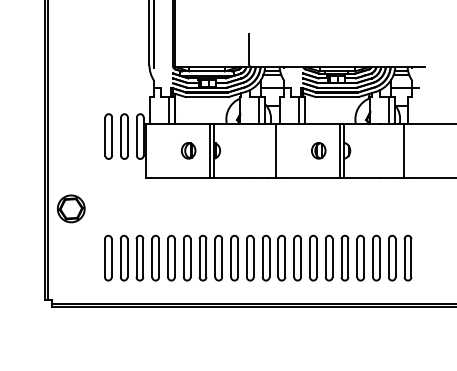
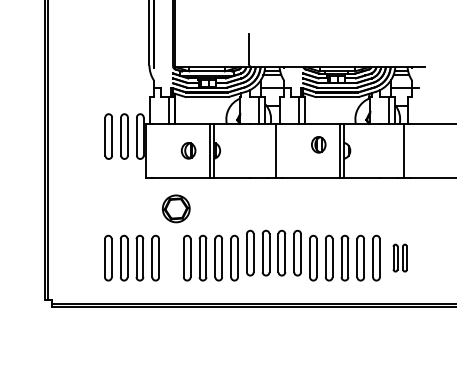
part at (318, 150) position: (318, 150) -> (318, 144)
part at (71, 208) position: (71, 208) -> (176, 208)
part at (171, 257): present -> none
part at (273, 257) position: (273, 257) -> (273, 252)
part at (400, 257) size: 25x48 px -> 16x30 px
